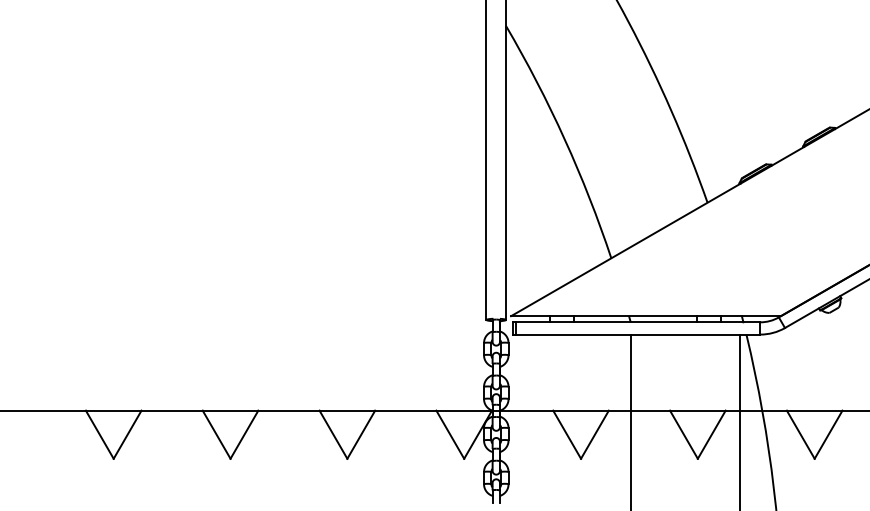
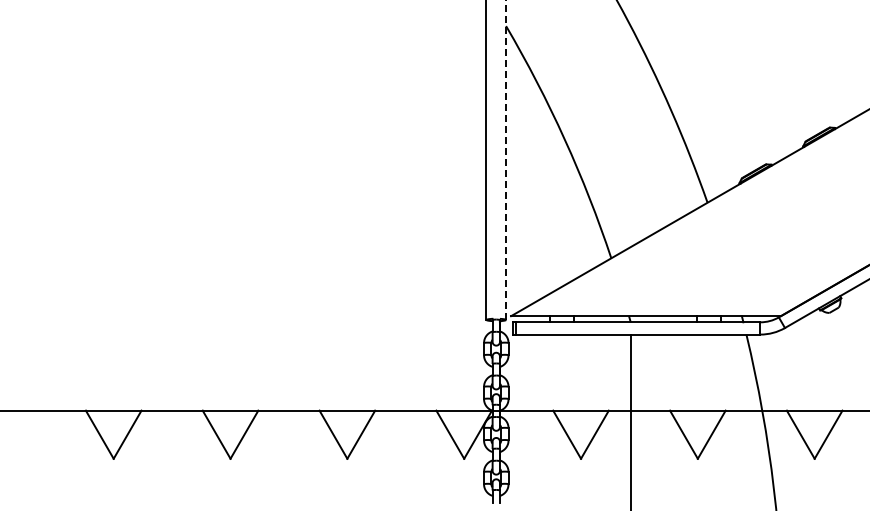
line at (506, 160): solid -> dashed
line at (740, 420): present -> none
